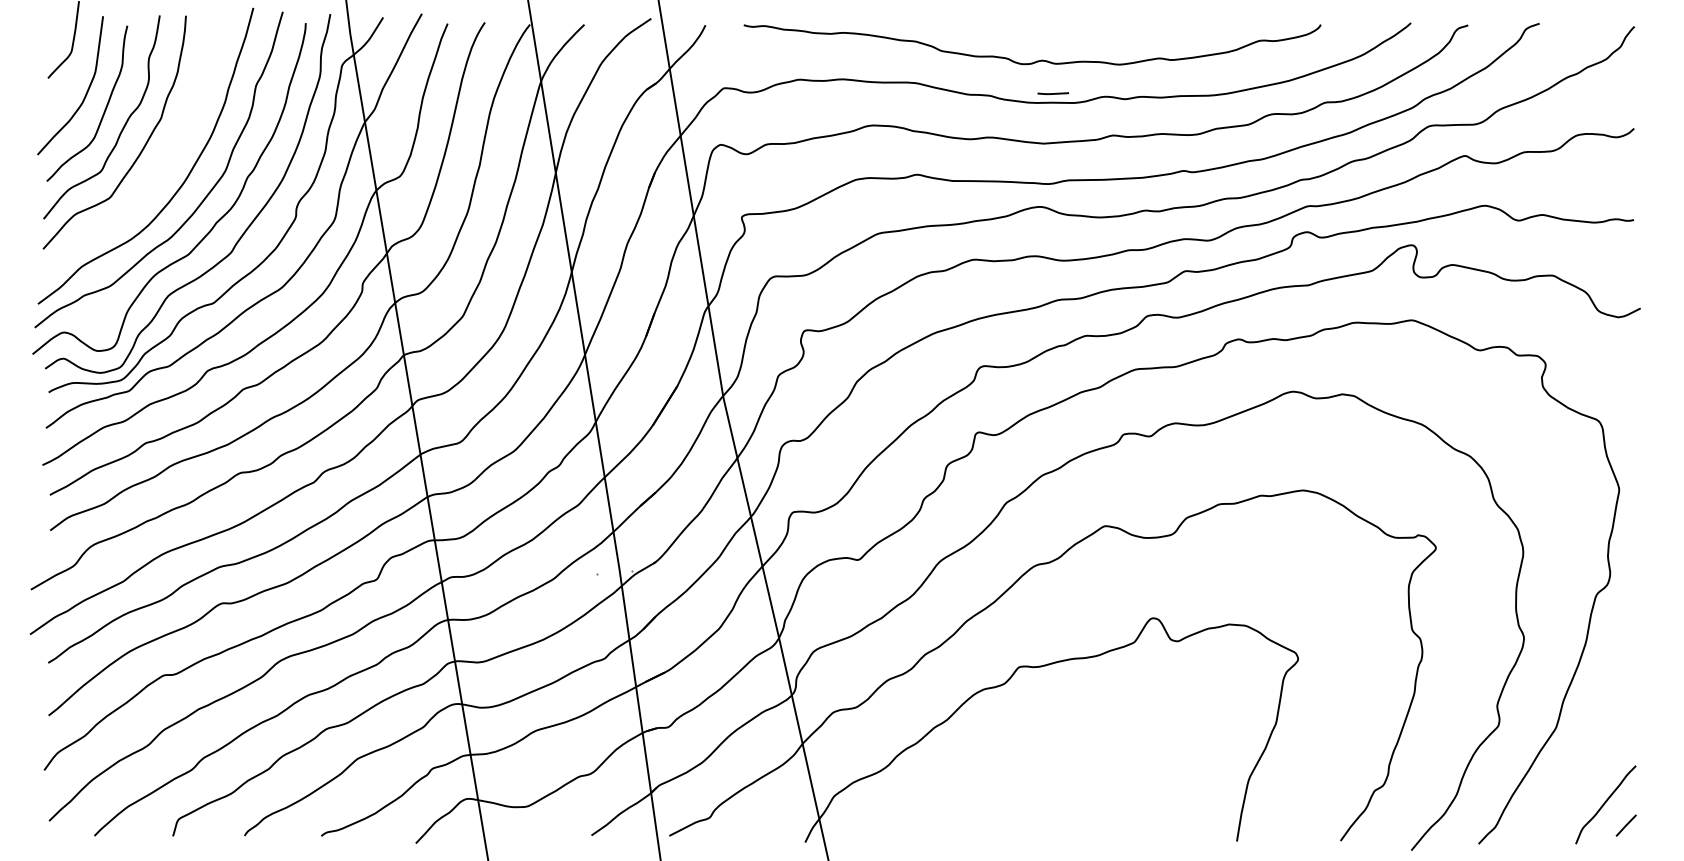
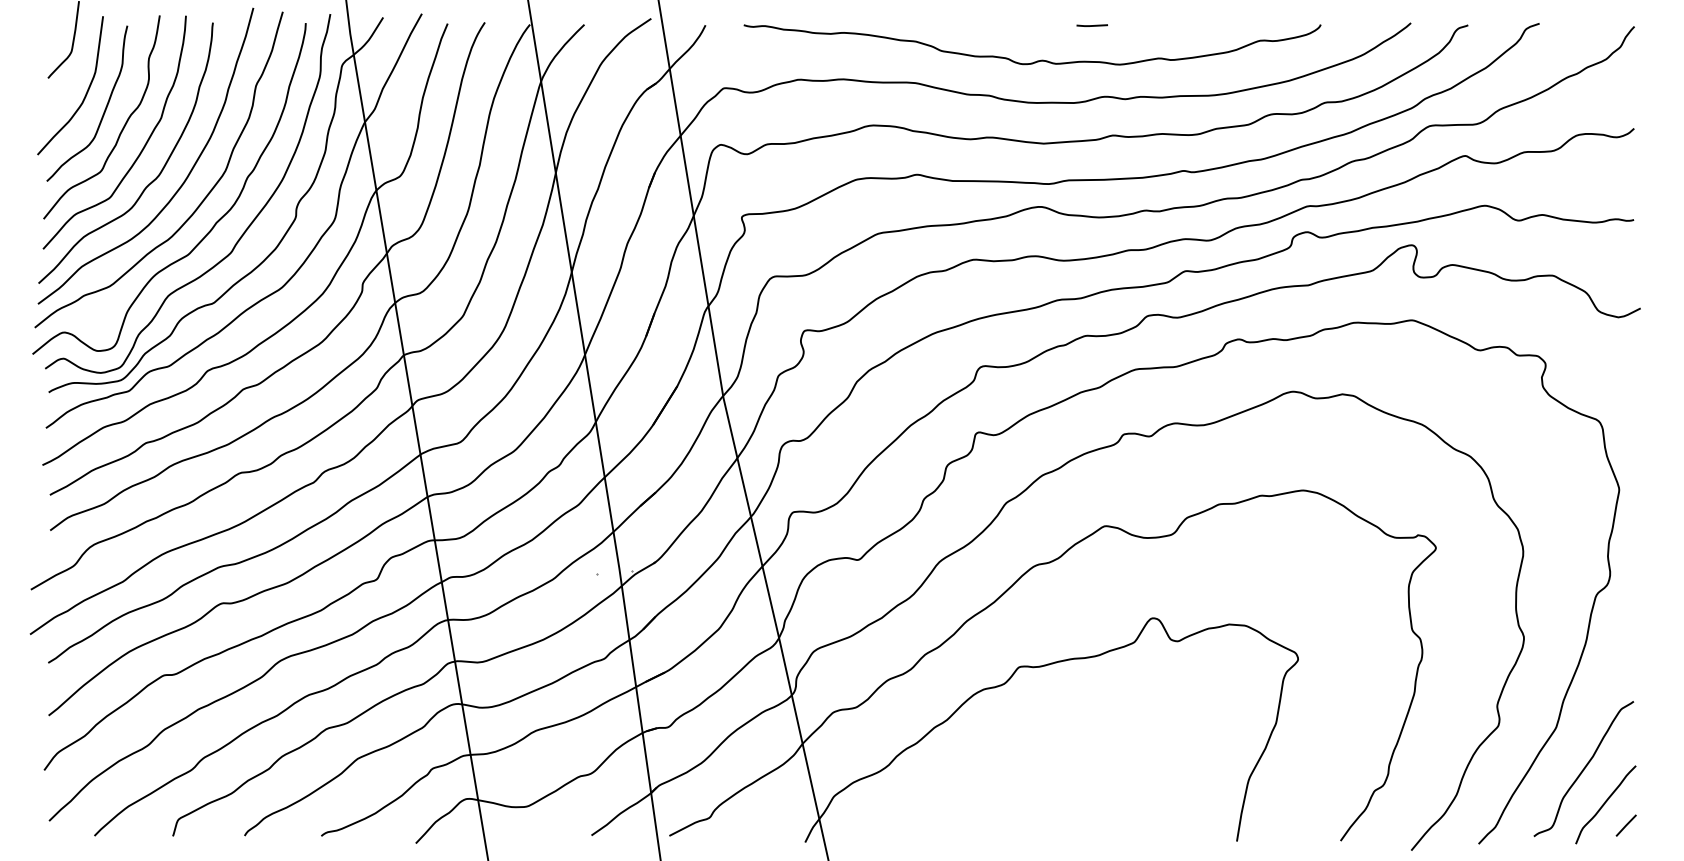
line at (1052, 93) position: (1052, 93) -> (1091, 25)
curve at (153, 179): none -> present
curve at (1583, 769): none -> present
